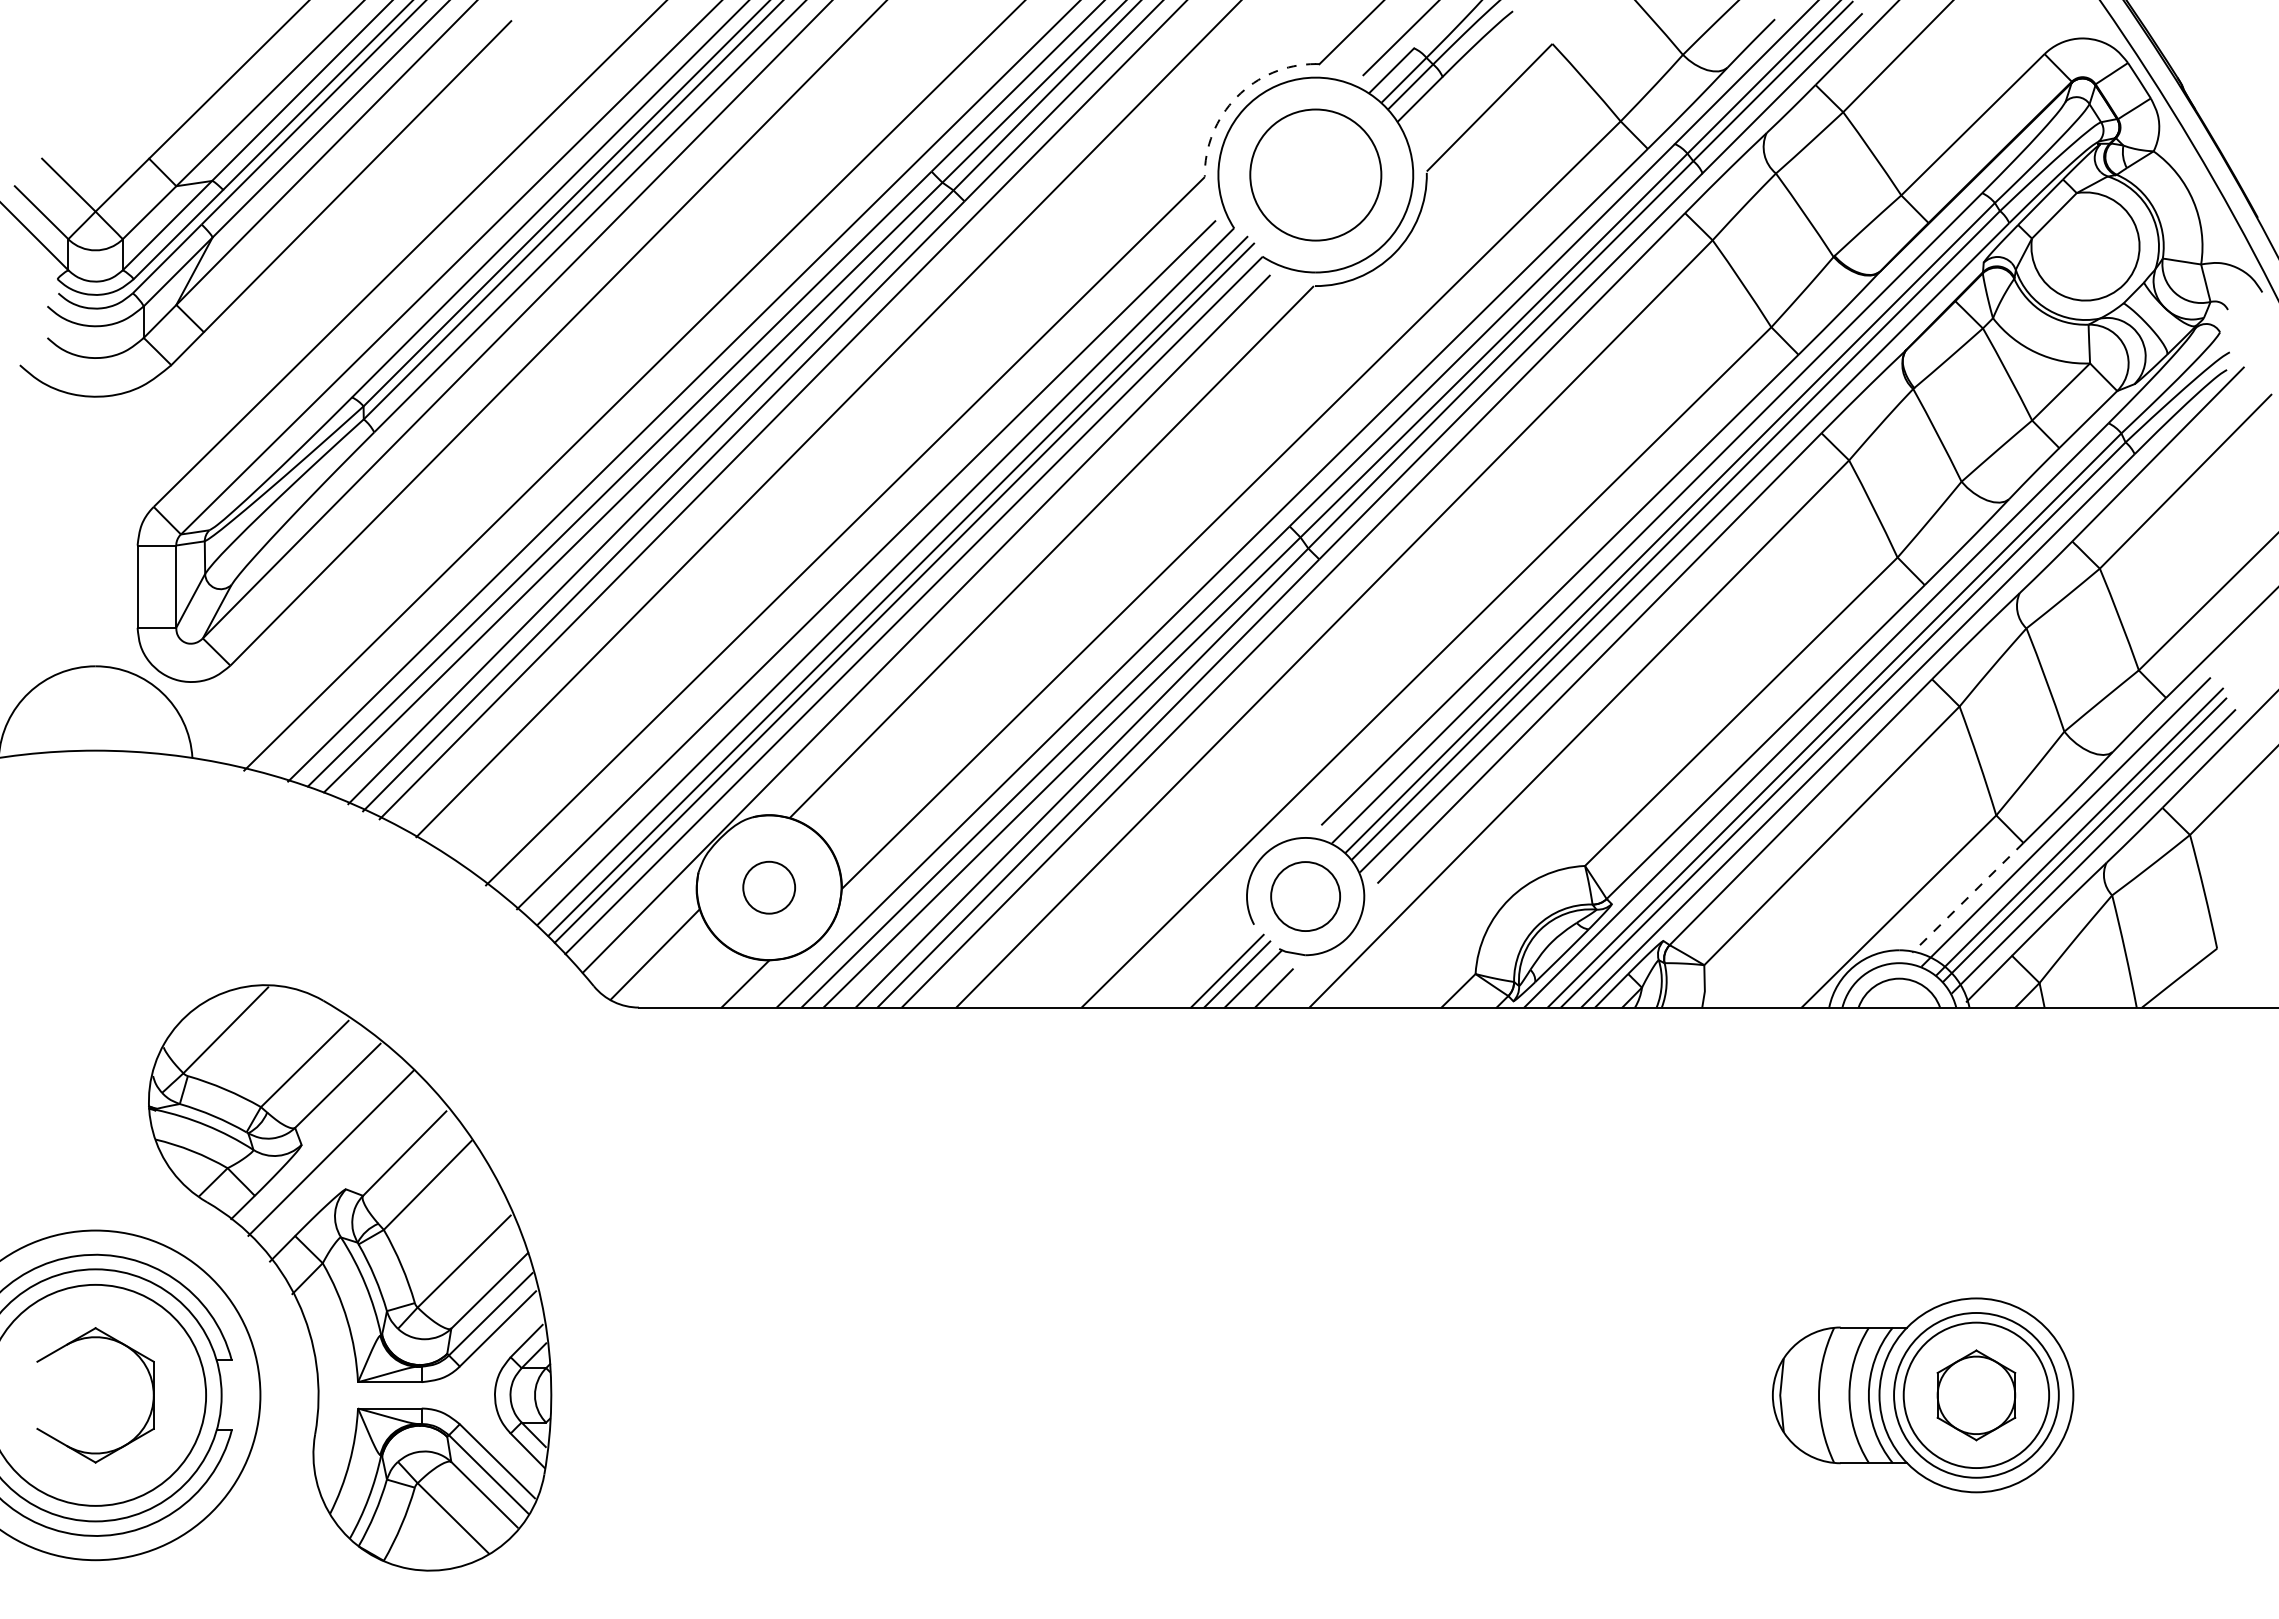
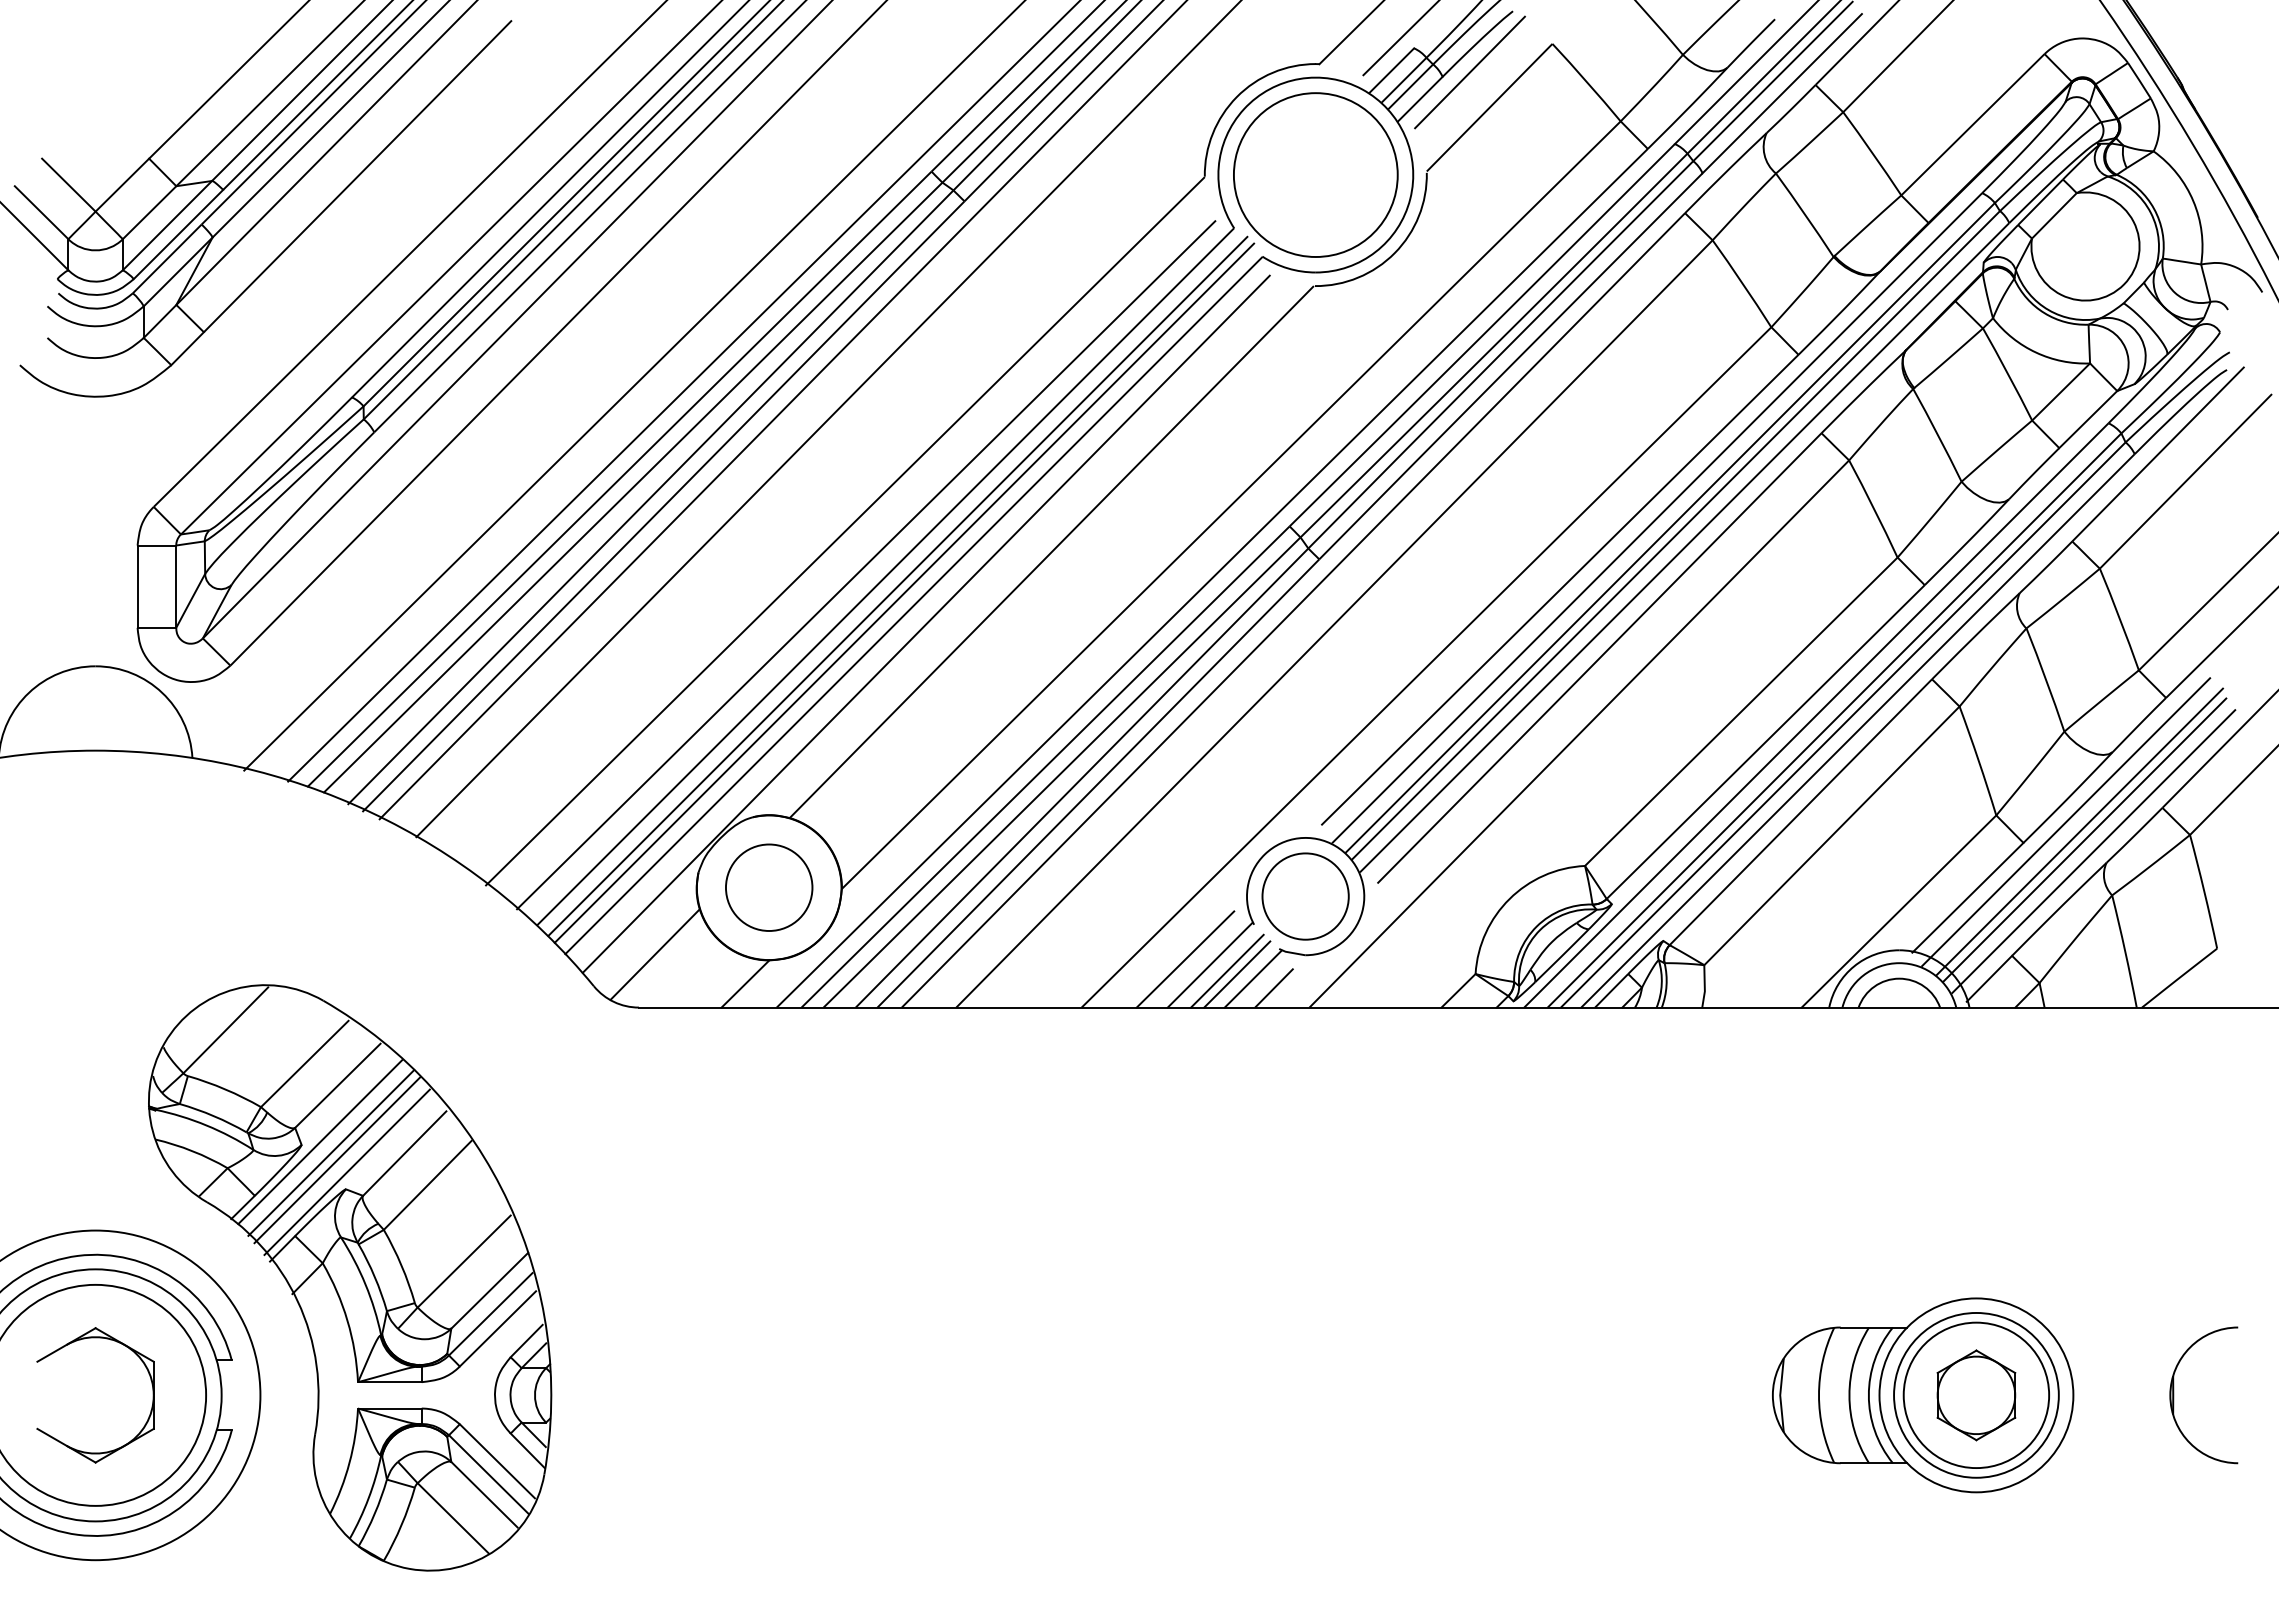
line at (1469, 72): none -> present
arc at (1236, 97): dashed -> solid
circle at (1315, 174) diameter: 131 px -> 164 px
circle at (769, 887) diameter: 52 px -> 86 px
circle at (1305, 896) diameter: 69 px -> 86 px
line at (1967, 898): dashed -> solid
line at (1185, 959): none -> present
line at (1209, 964): none -> present
line at (320, 1142): none -> present
line at (337, 1160): none -> present
line at (346, 1172): none -> present
part at (2174, 1395): none -> present
